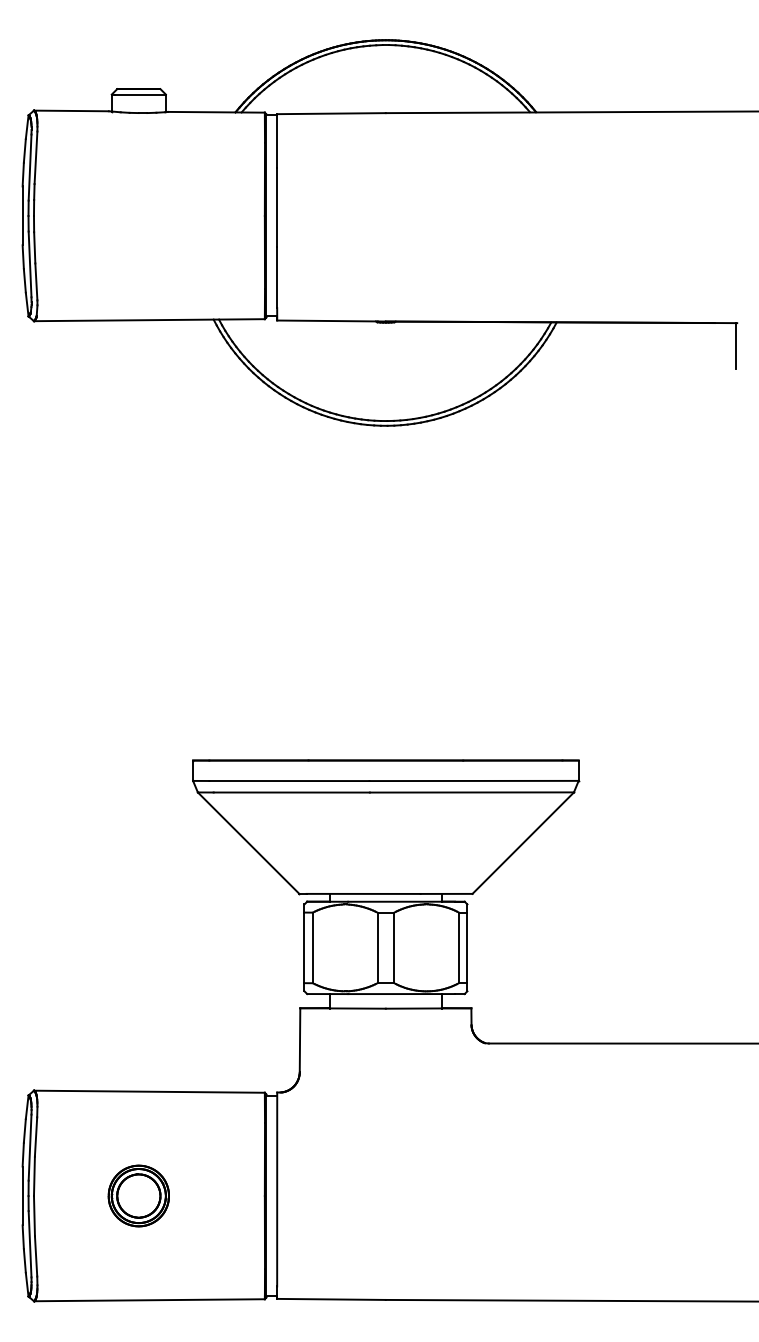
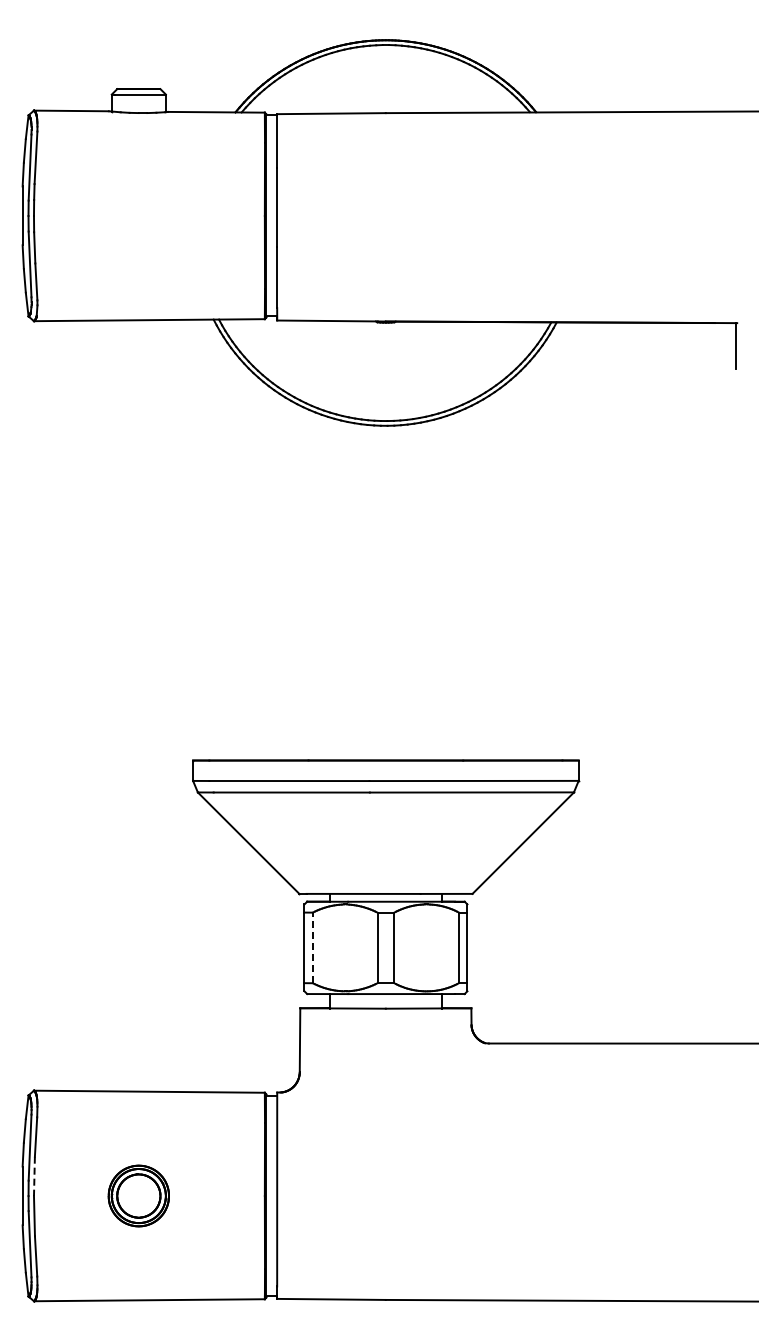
line at (312, 947): solid -> dashed
line at (34, 1176): solid -> dashed
